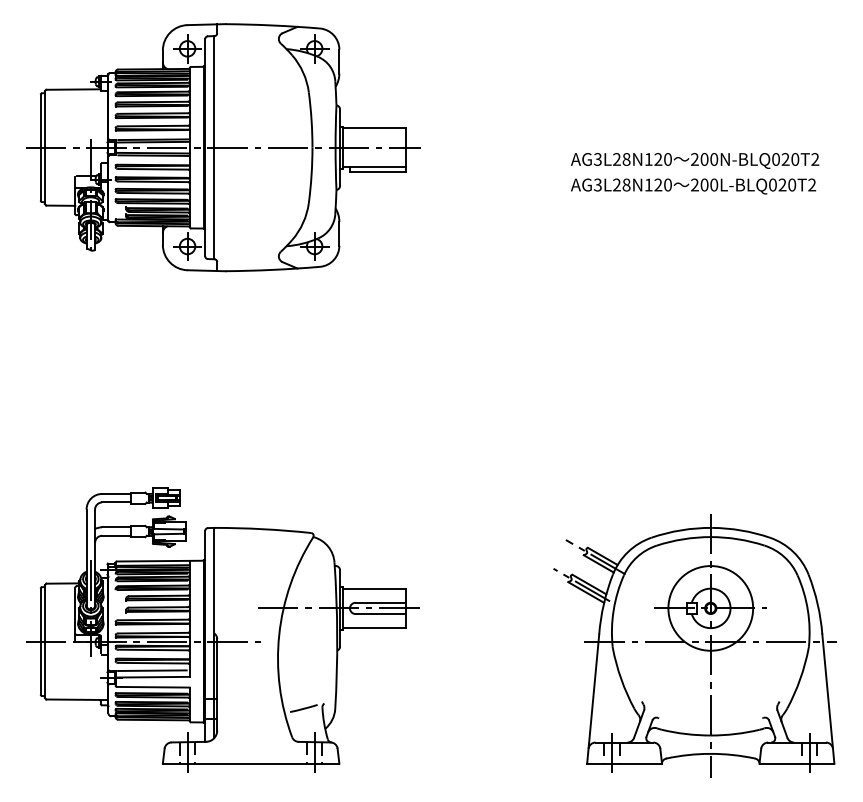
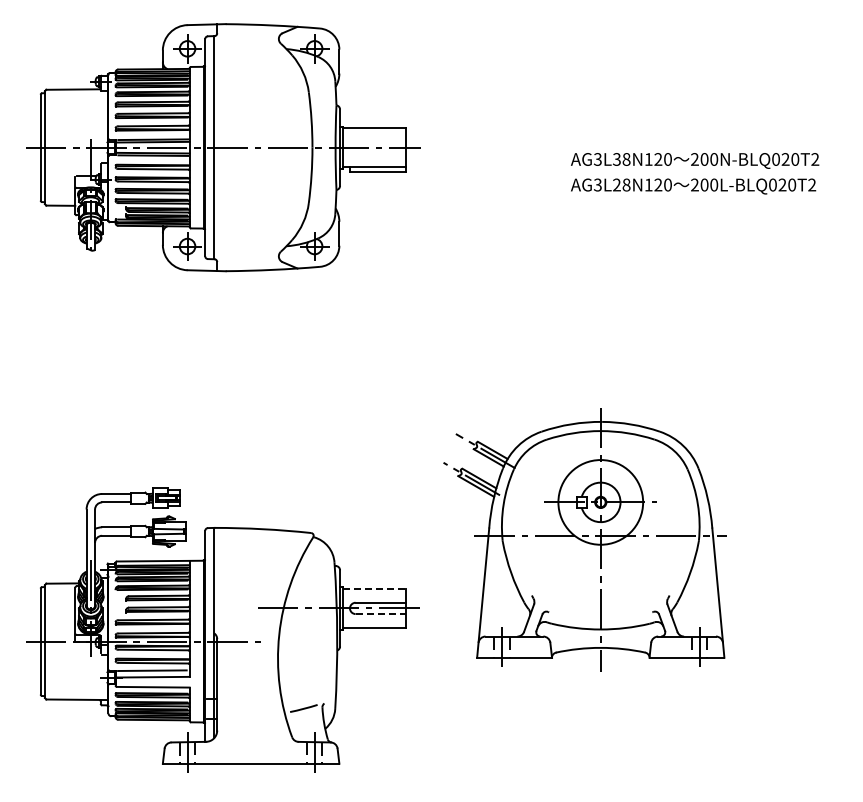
text at (616, 159): AG3L28N120 -> AG3L38N120
line at (374, 588): solid -> dashed
line at (381, 614): solid -> dashed
part at (694, 645) position: (694, 645) -> (584, 539)
